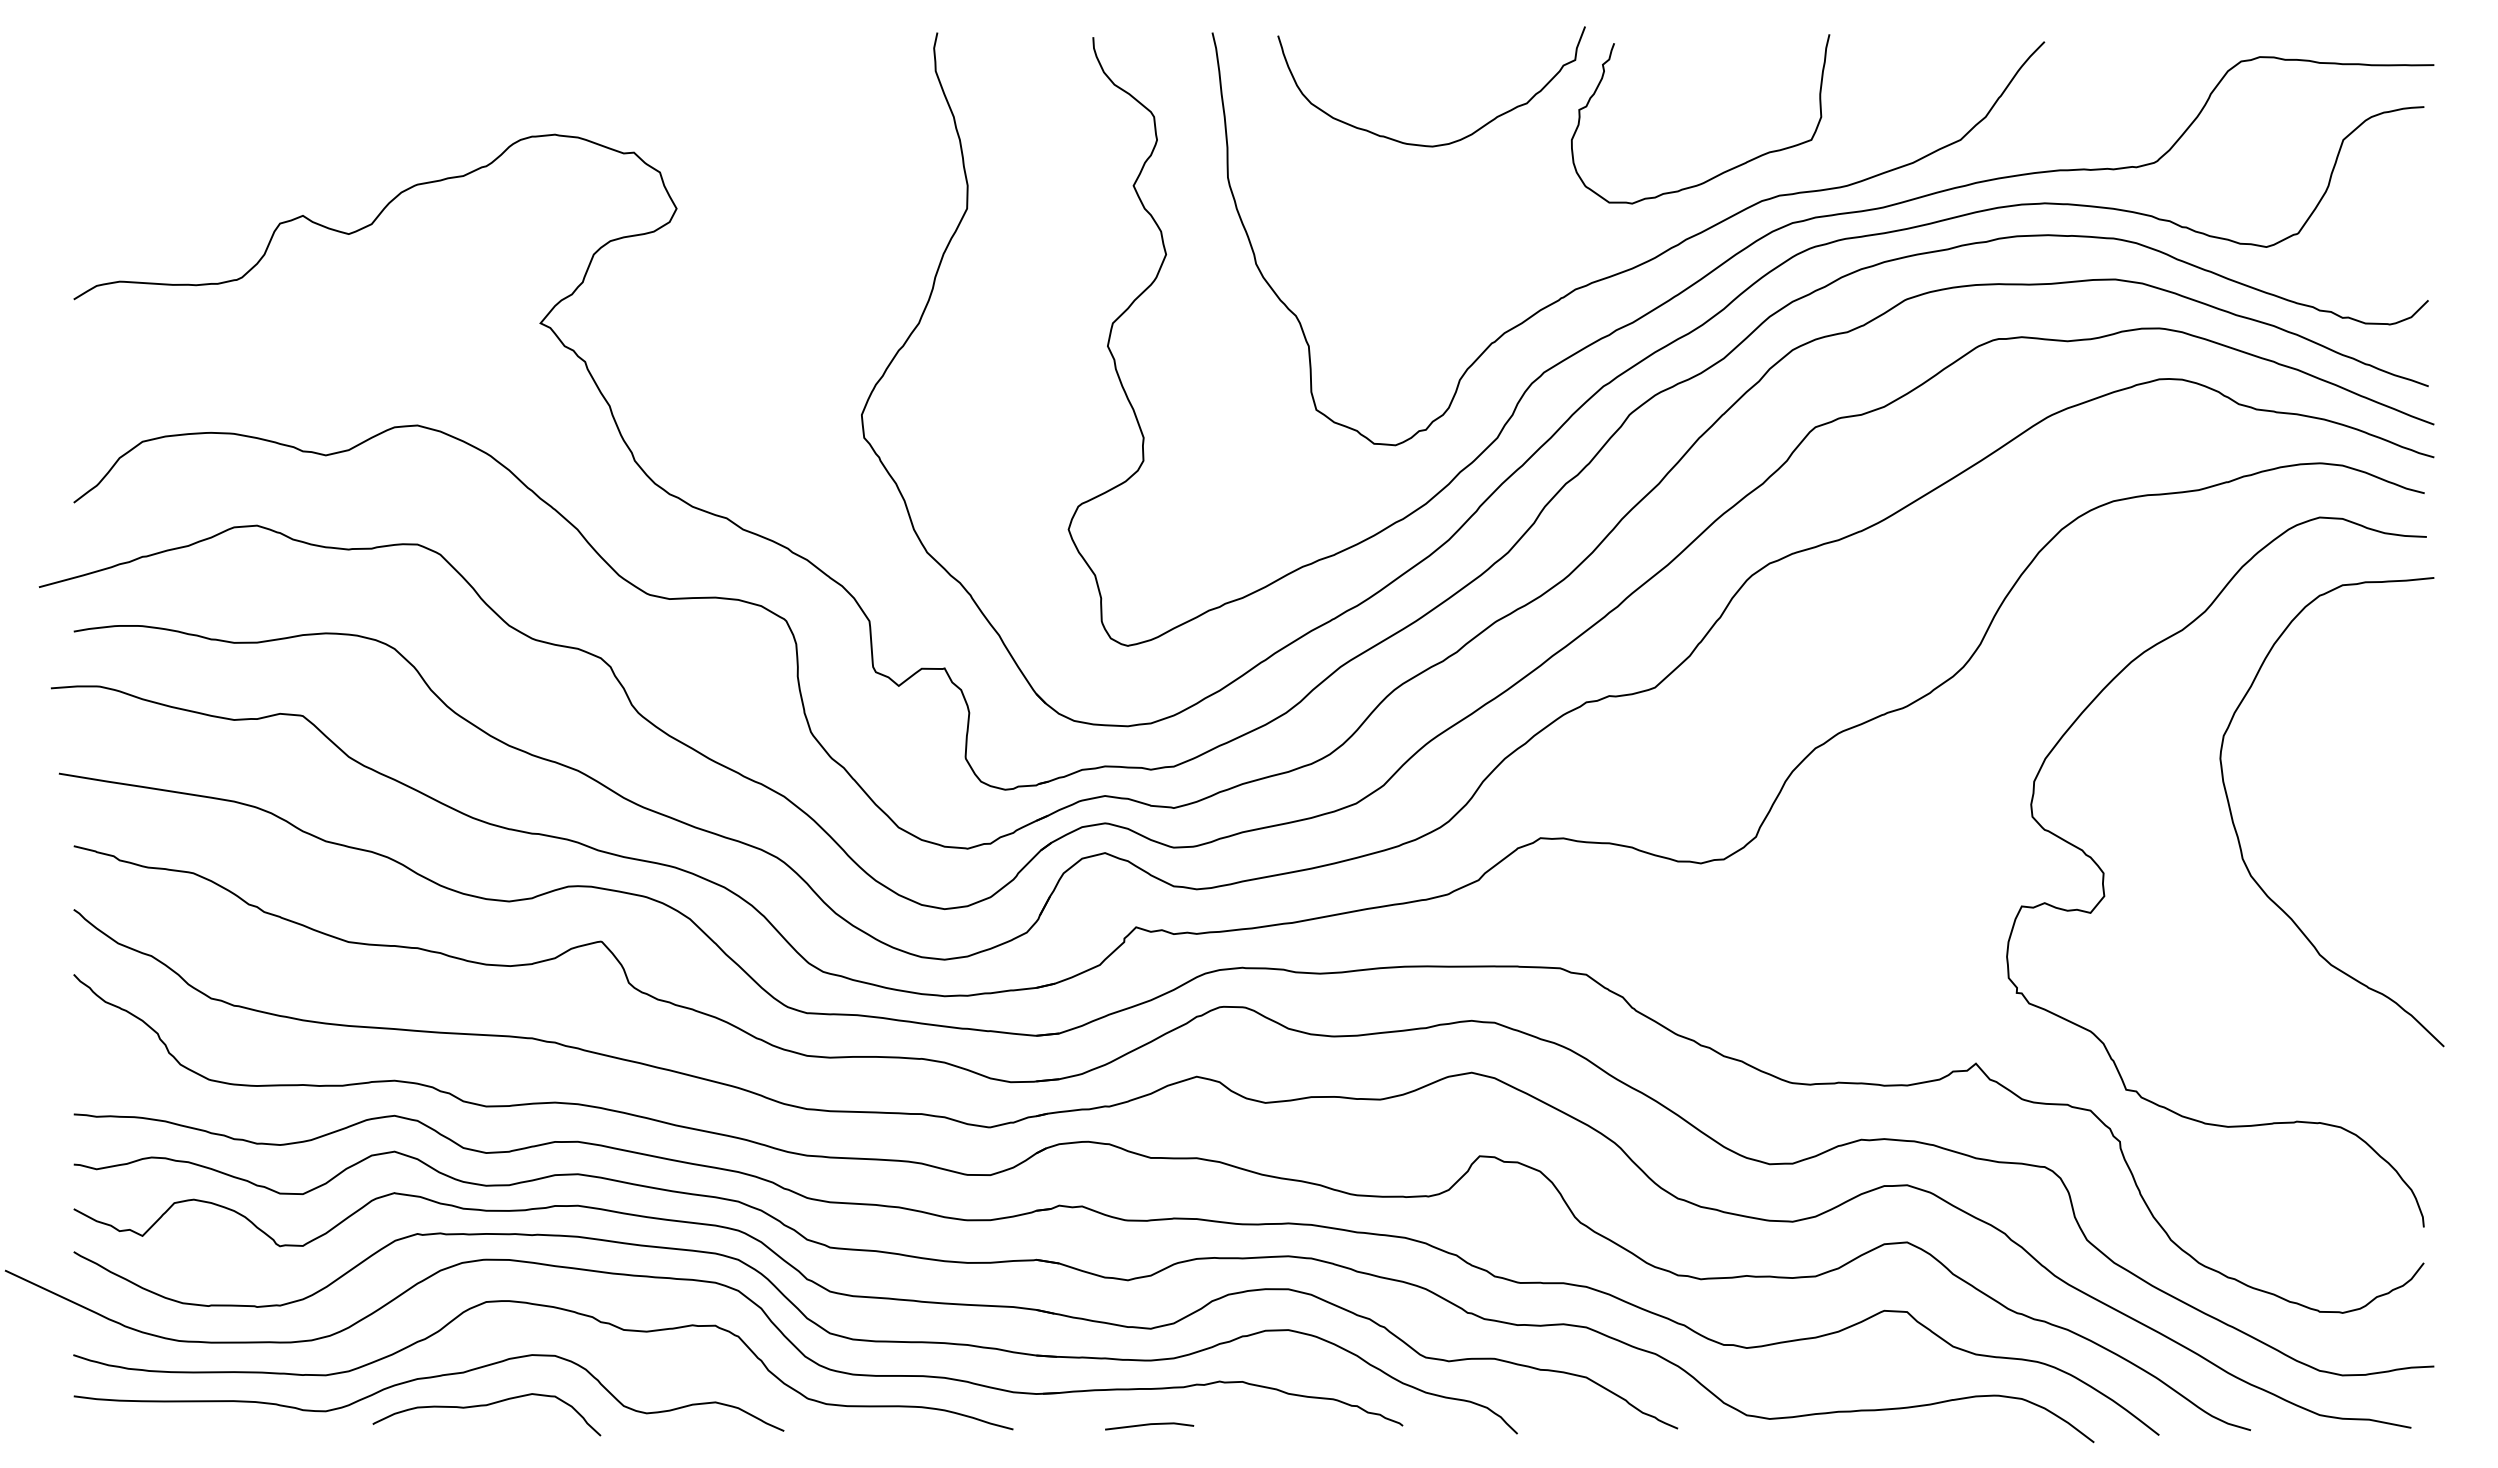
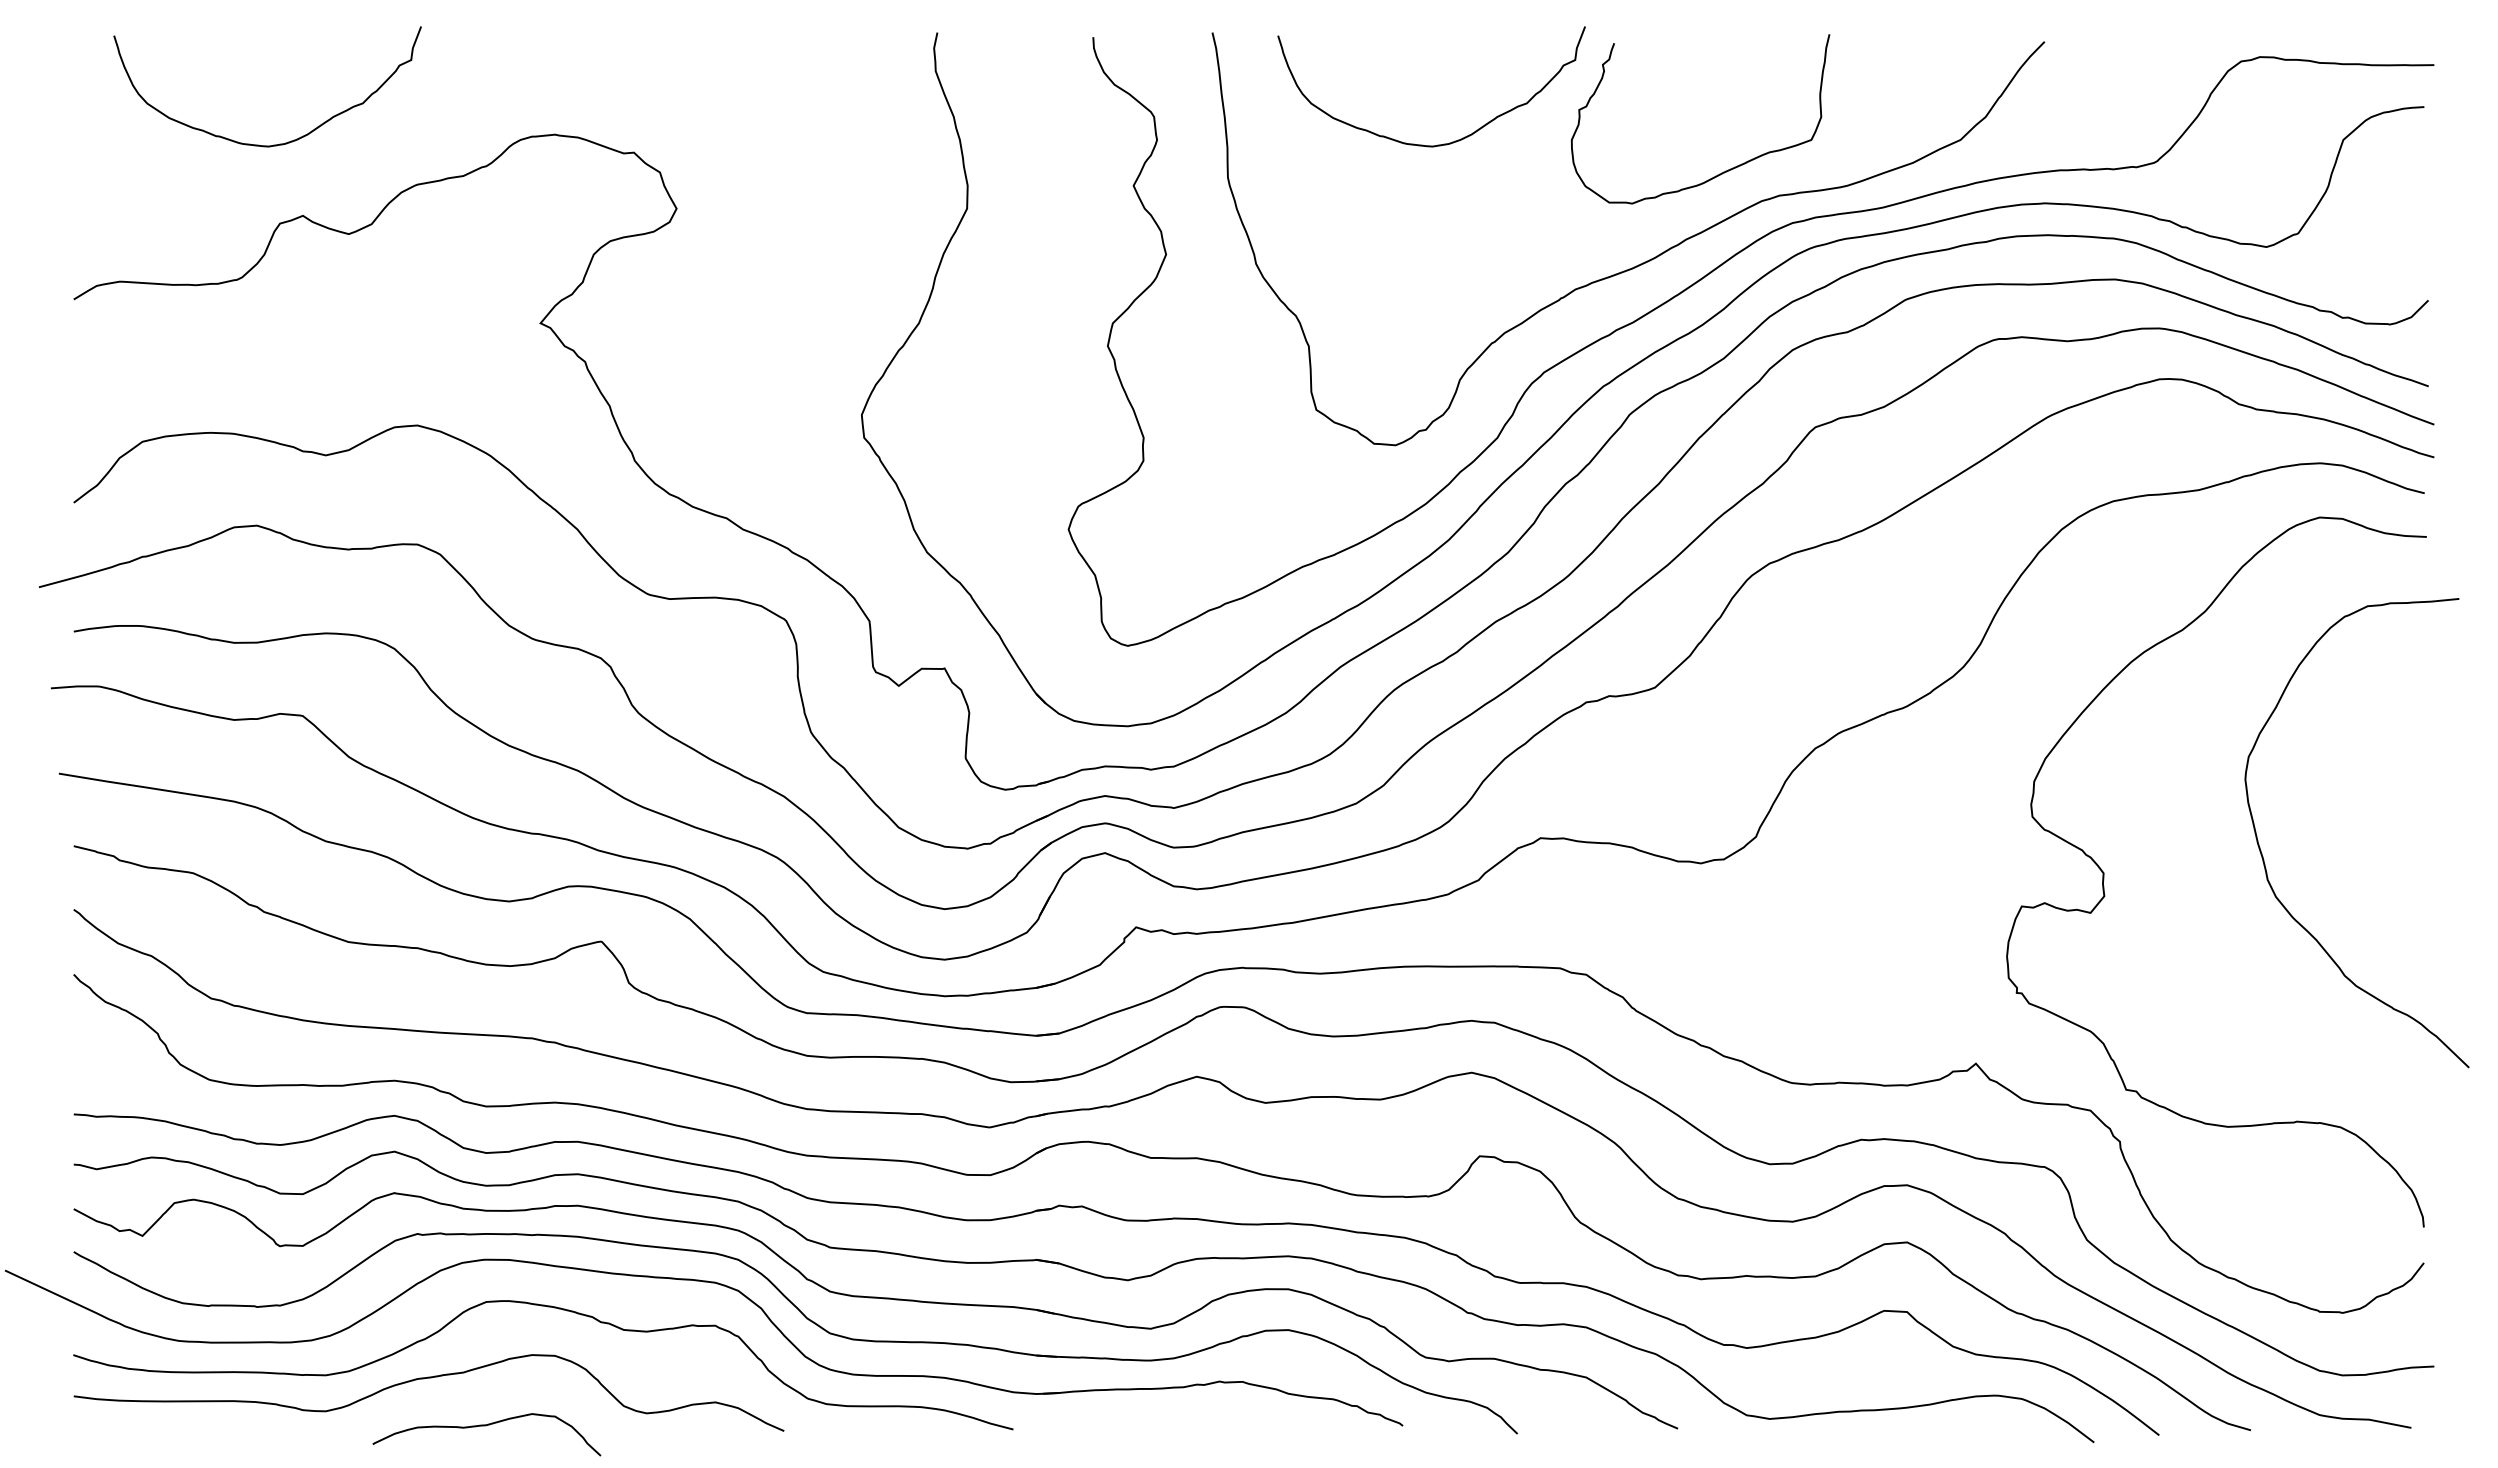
curve at (279, 143): none -> present
curve at (2239, 838) position: (2239, 838) -> (2264, 859)
curve at (486, 1406) position: (486, 1406) -> (486, 1426)
line at (1149, 1425): present -> none
